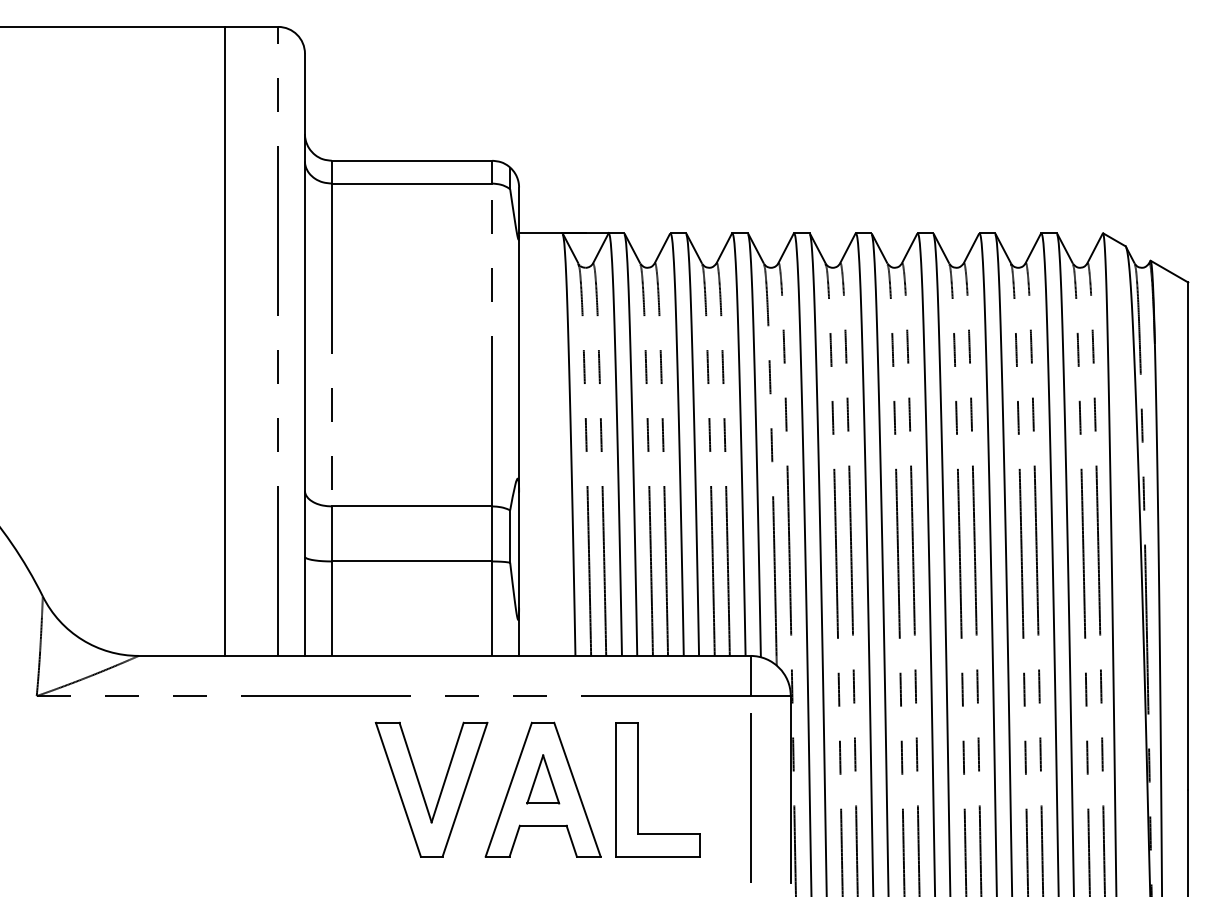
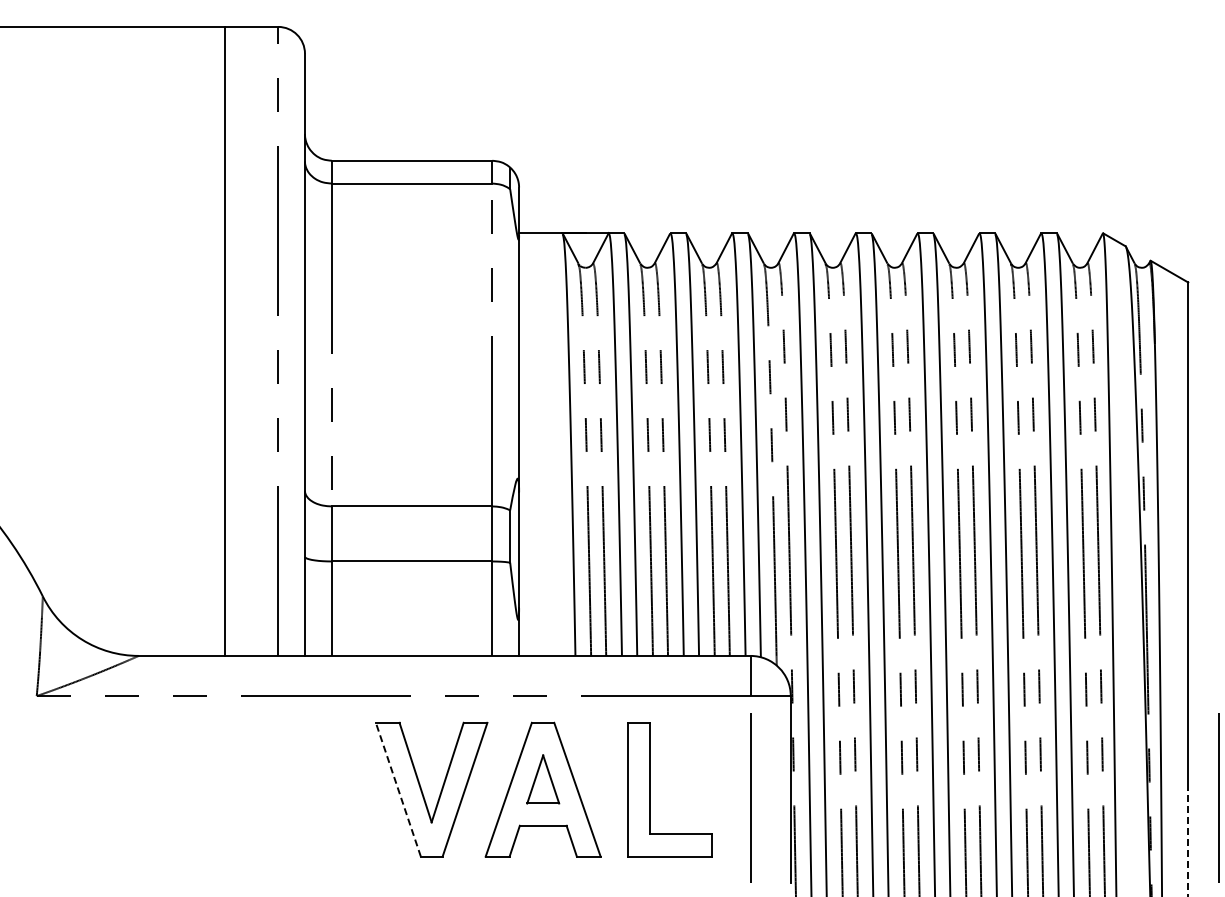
line at (398, 789): solid -> dashed
part at (638, 789) position: (638, 789) -> (650, 789)
line at (1218, 797): none -> present
line at (1188, 842): solid -> dashed
